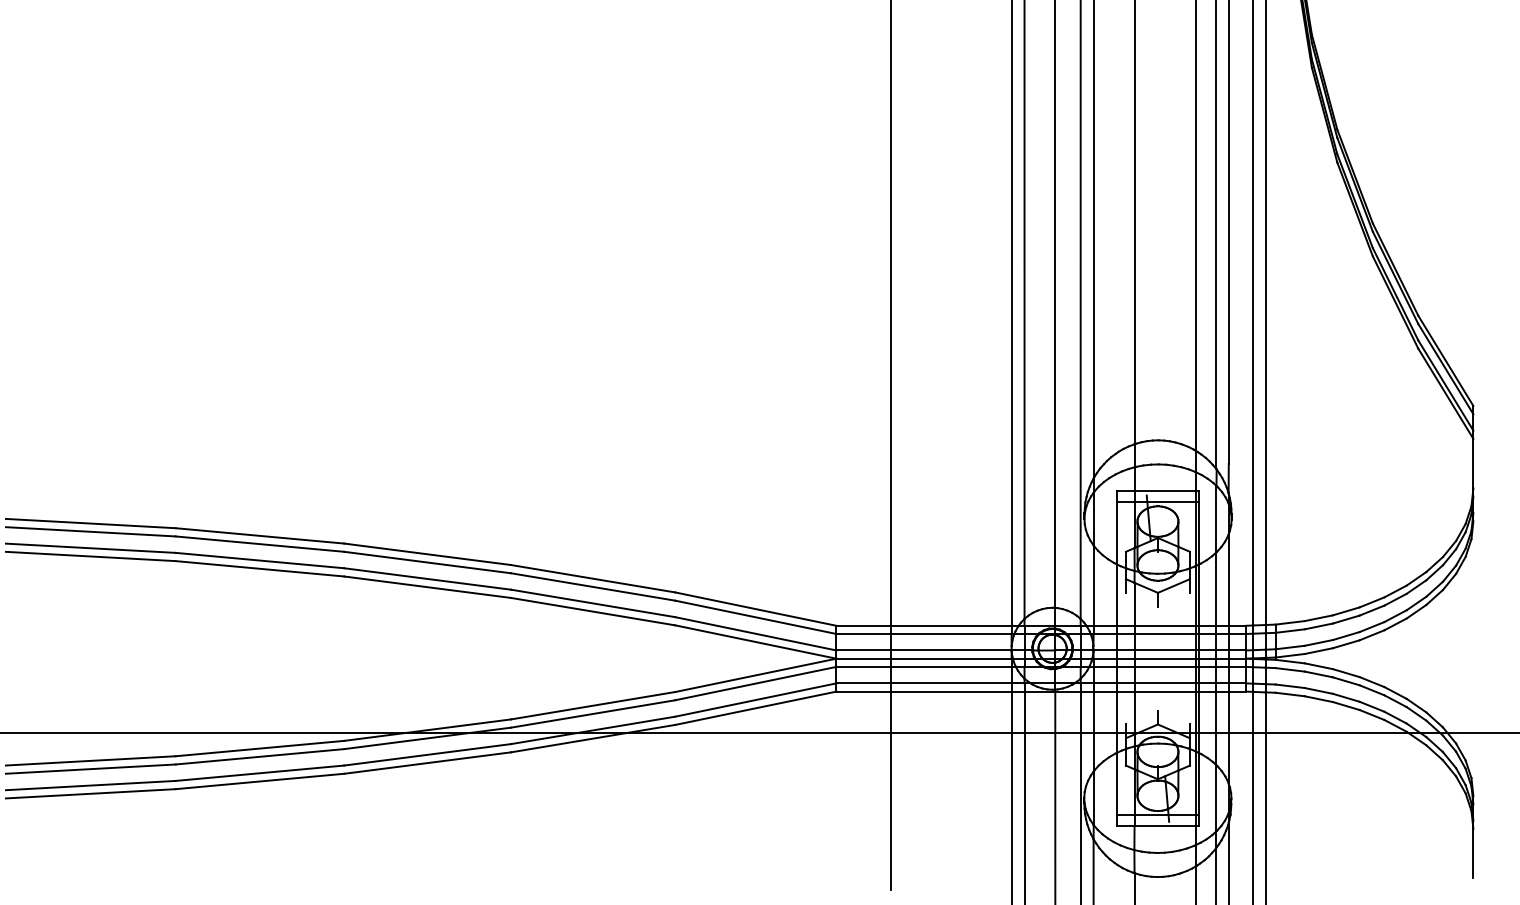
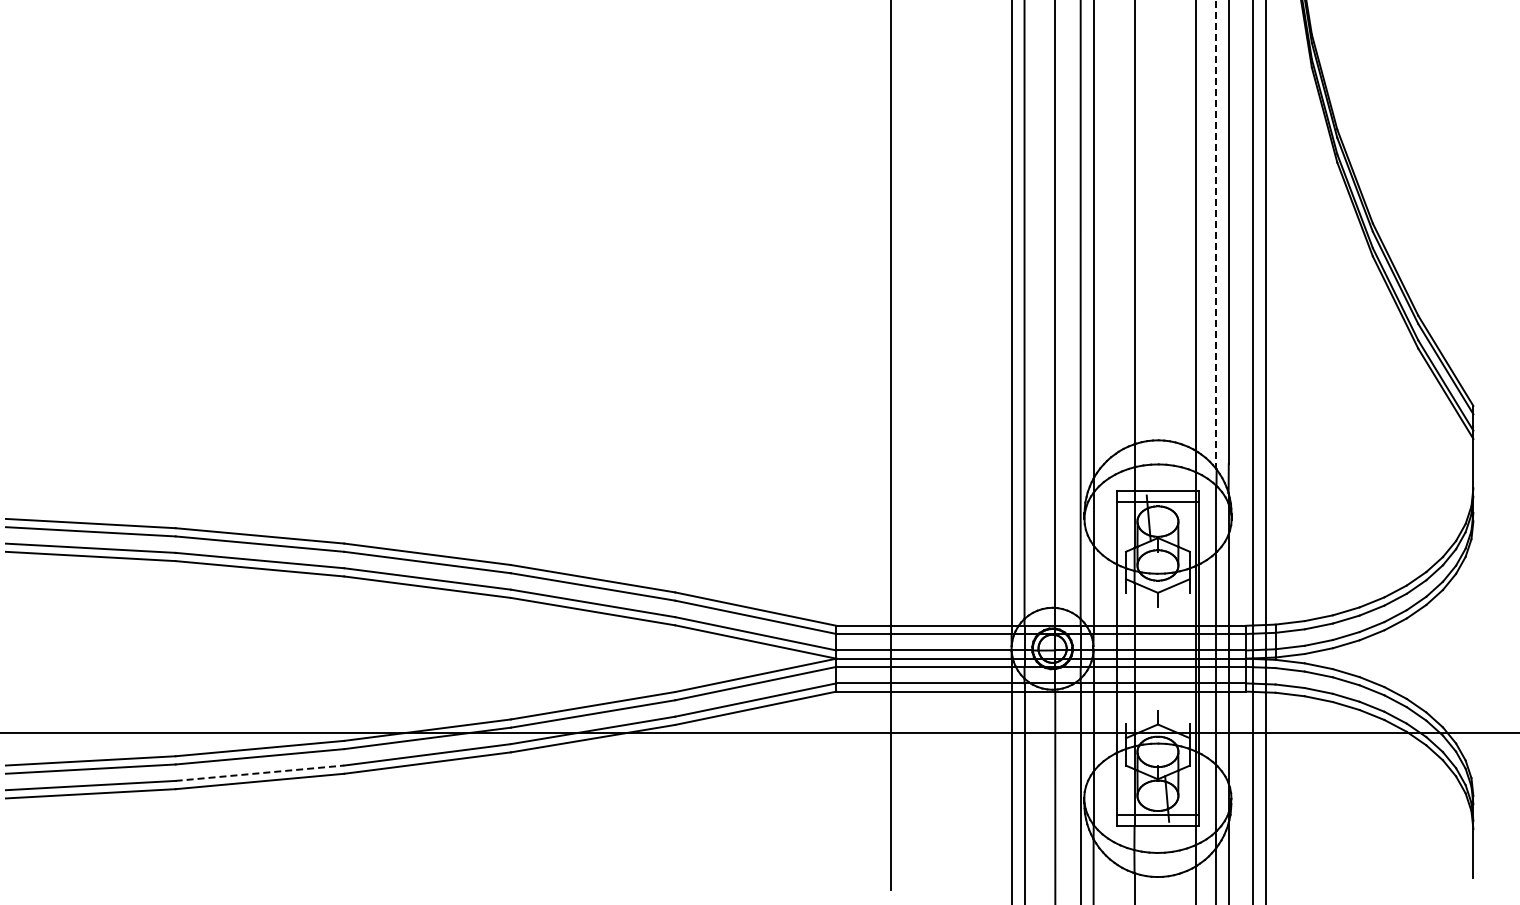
line at (1216, 235): solid -> dashed
line at (259, 773): solid -> dashed
